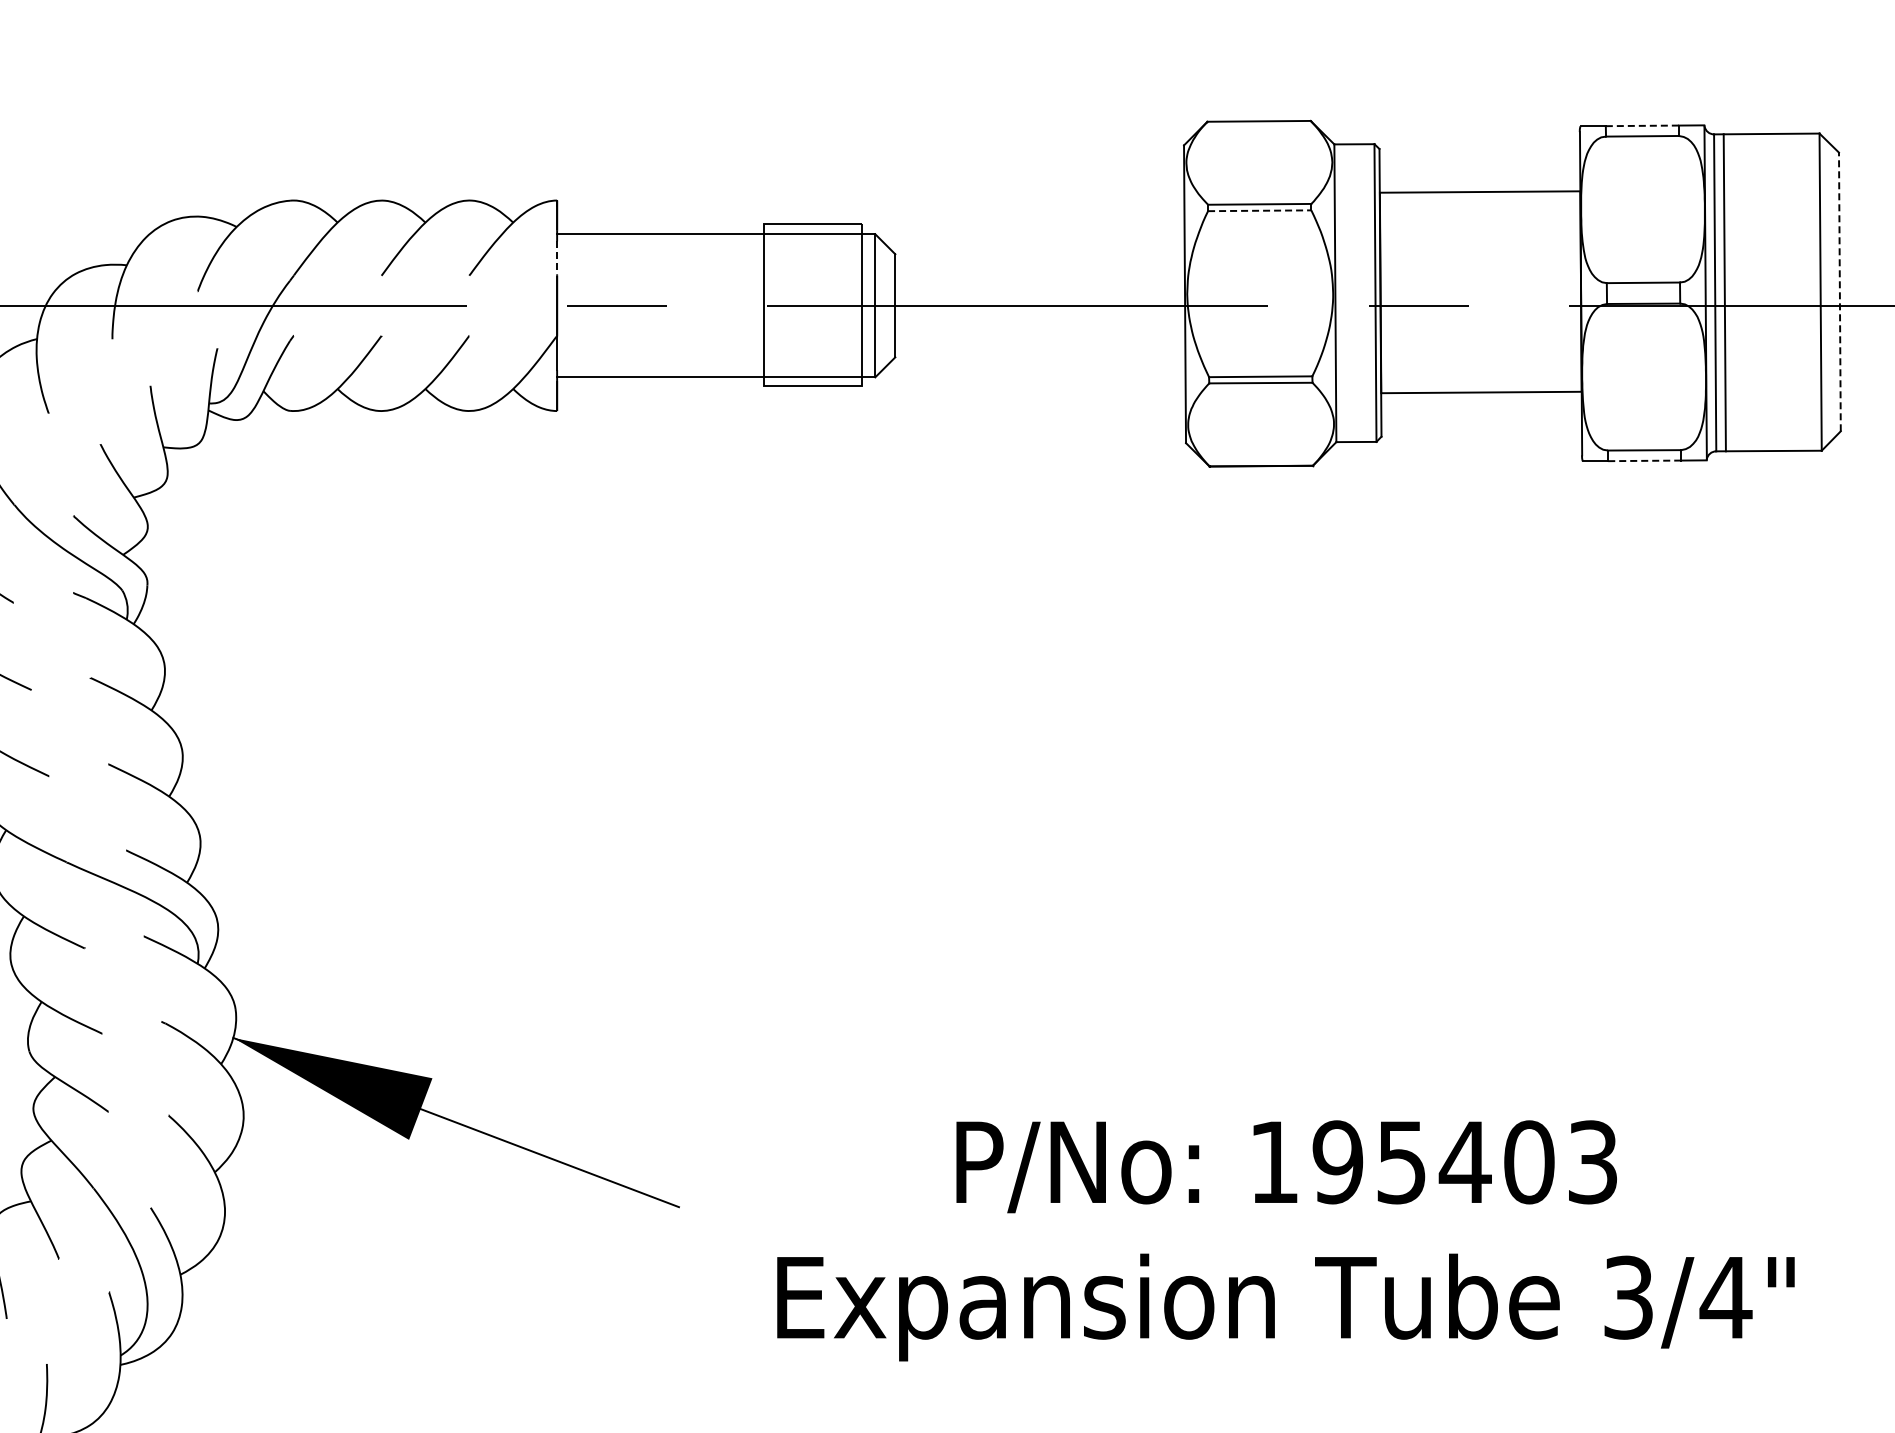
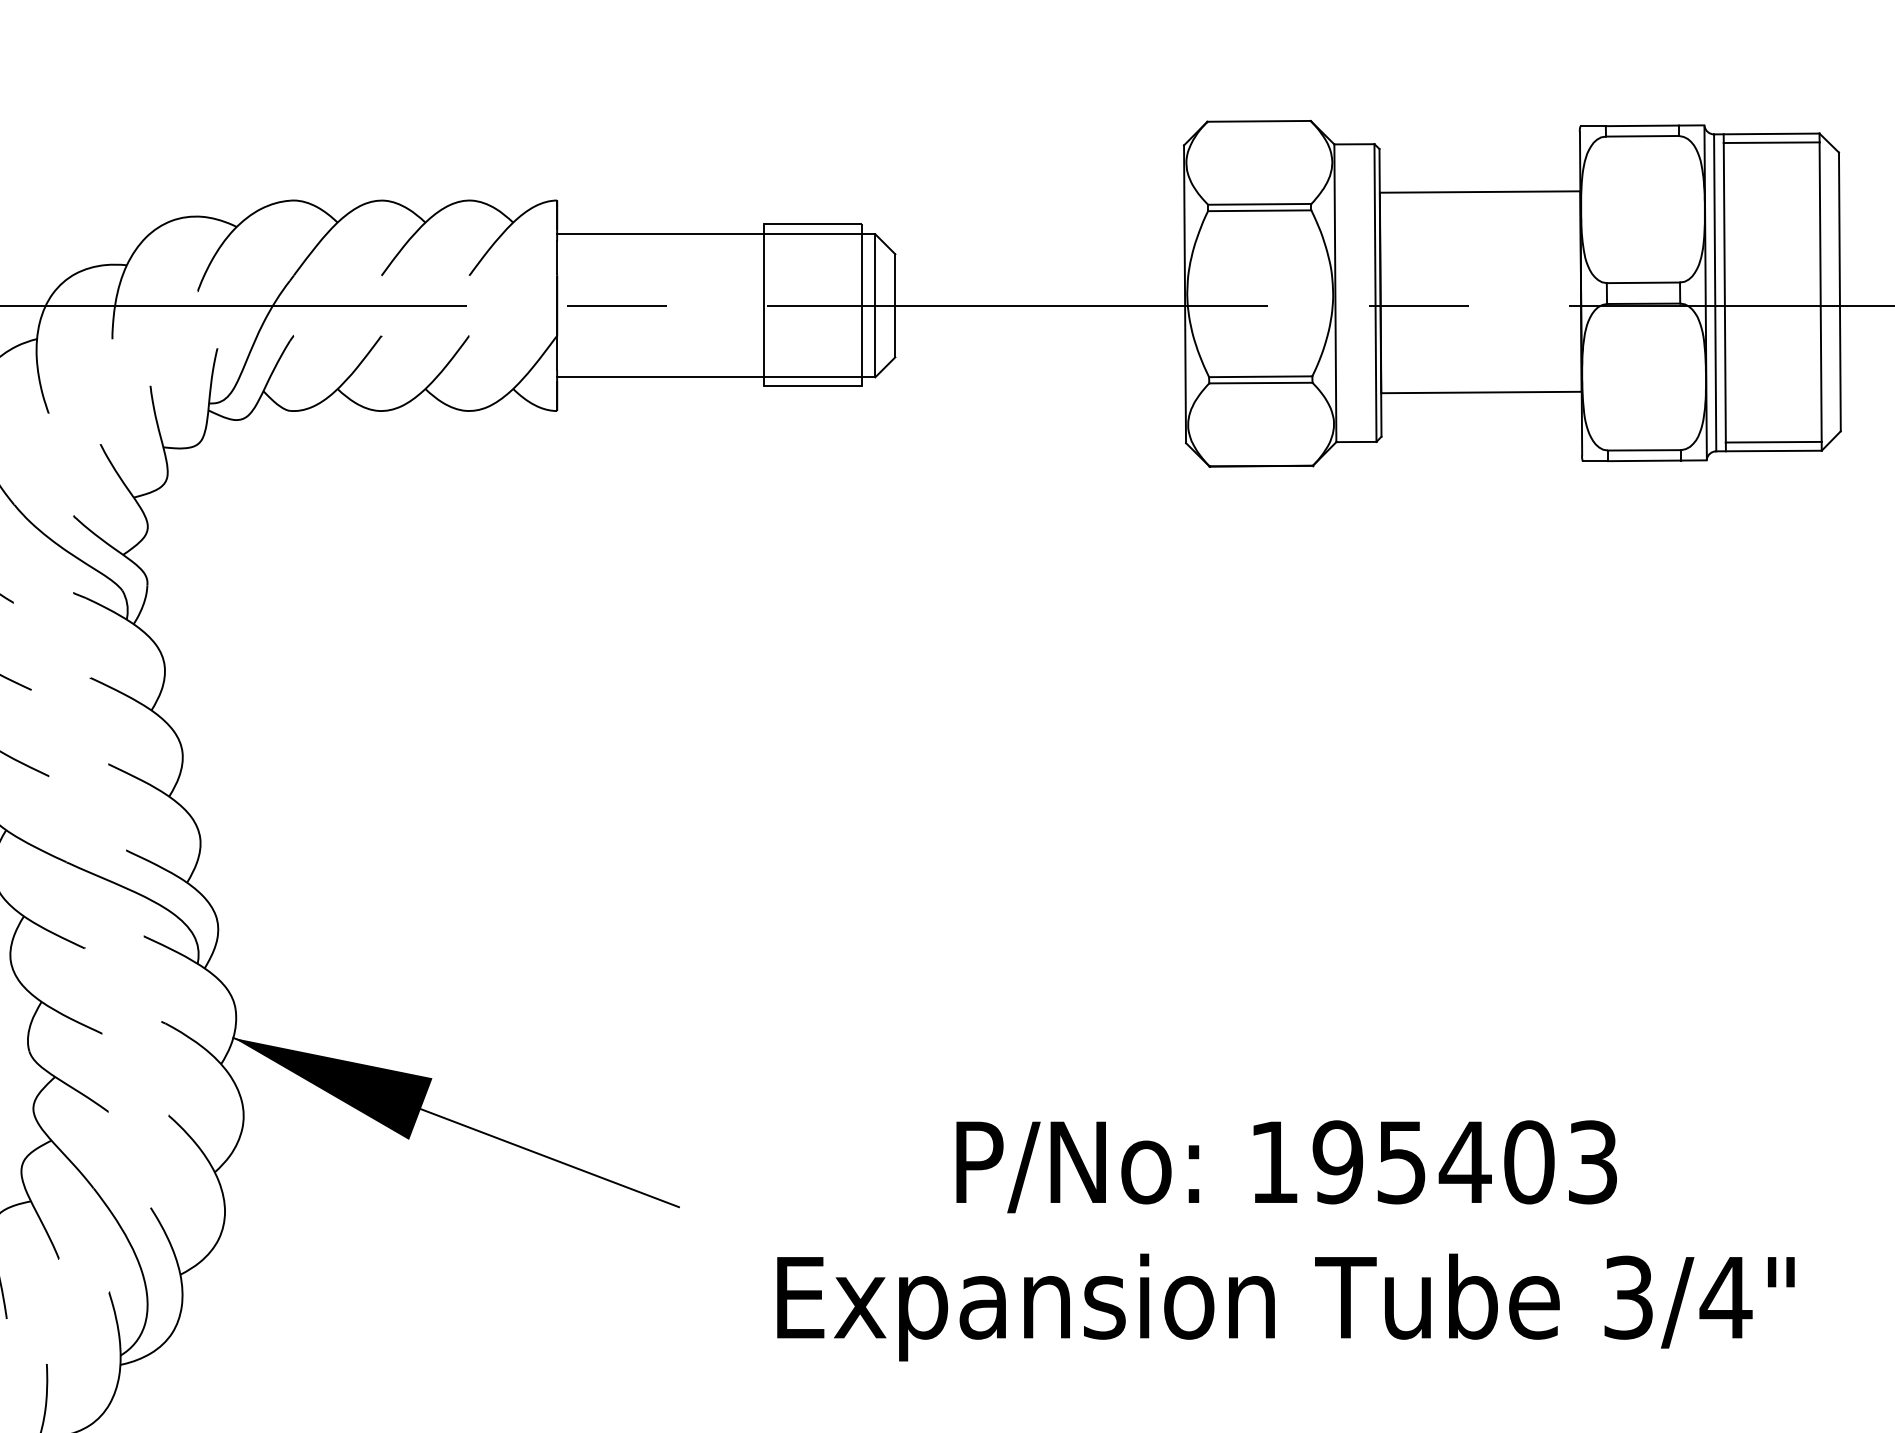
line at (1642, 125): dashed -> solid
line at (1771, 142): none -> present
line at (1259, 210): dashed -> solid
line at (557, 258): dashed -> solid
line at (1839, 291): dashed -> solid
line at (1773, 441): none -> present
line at (1644, 460): dashed -> solid
